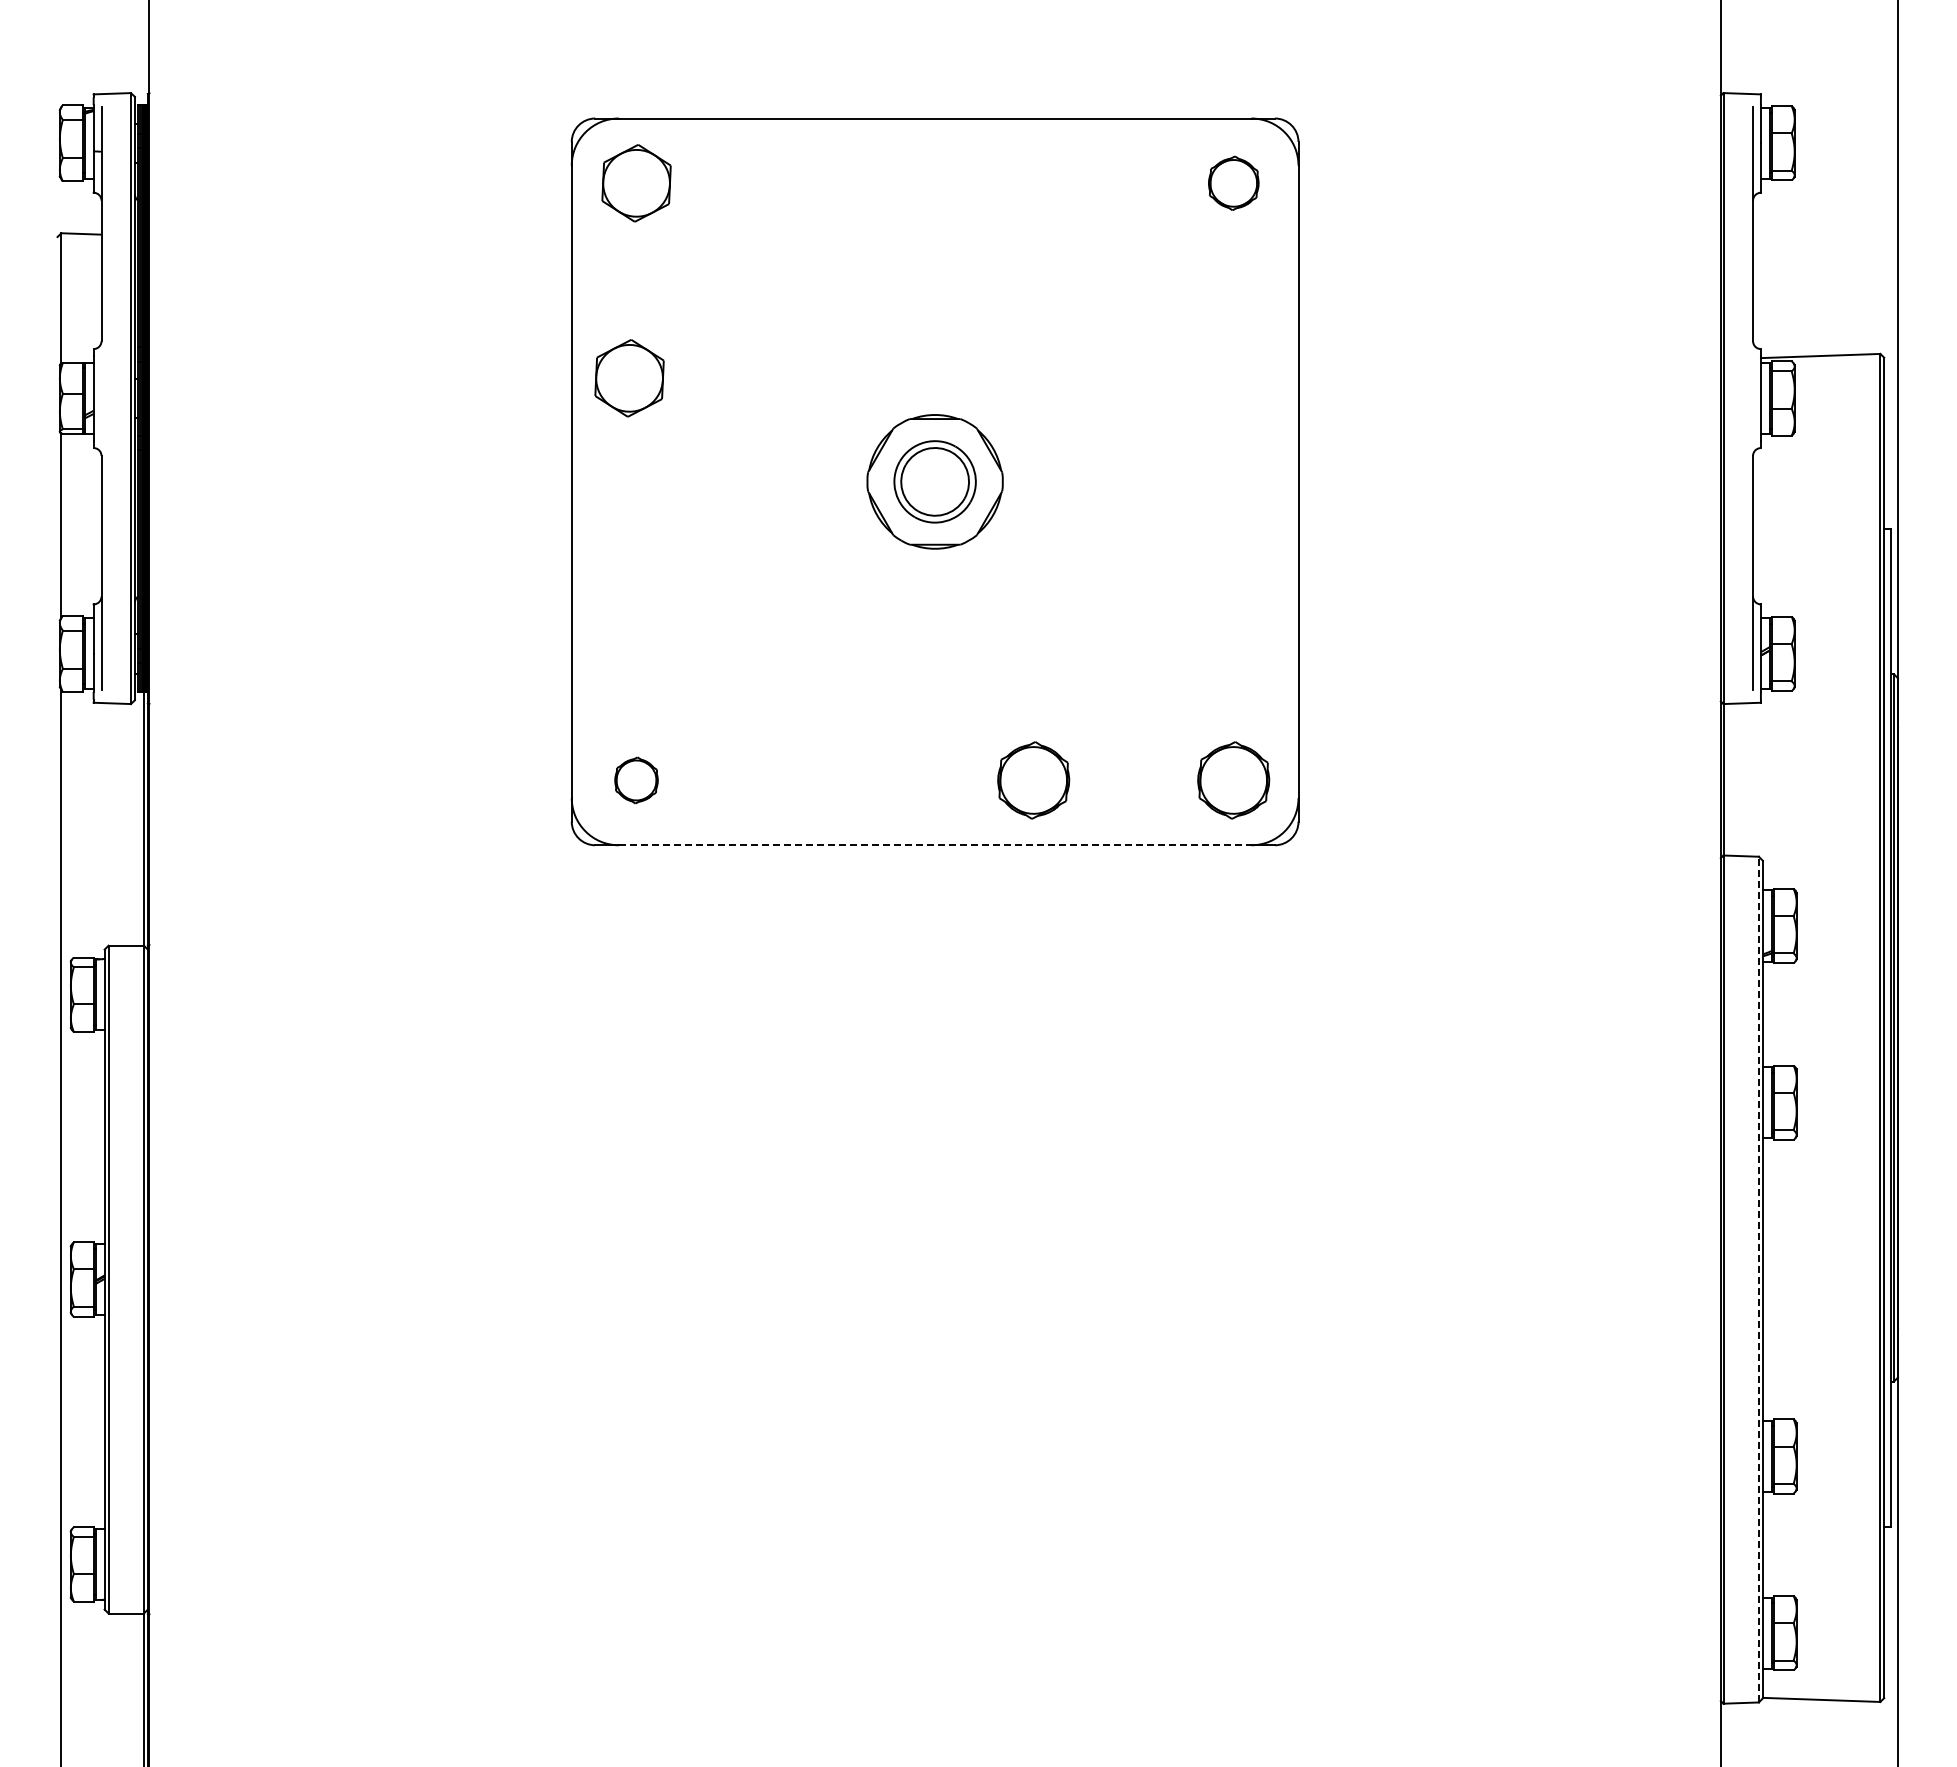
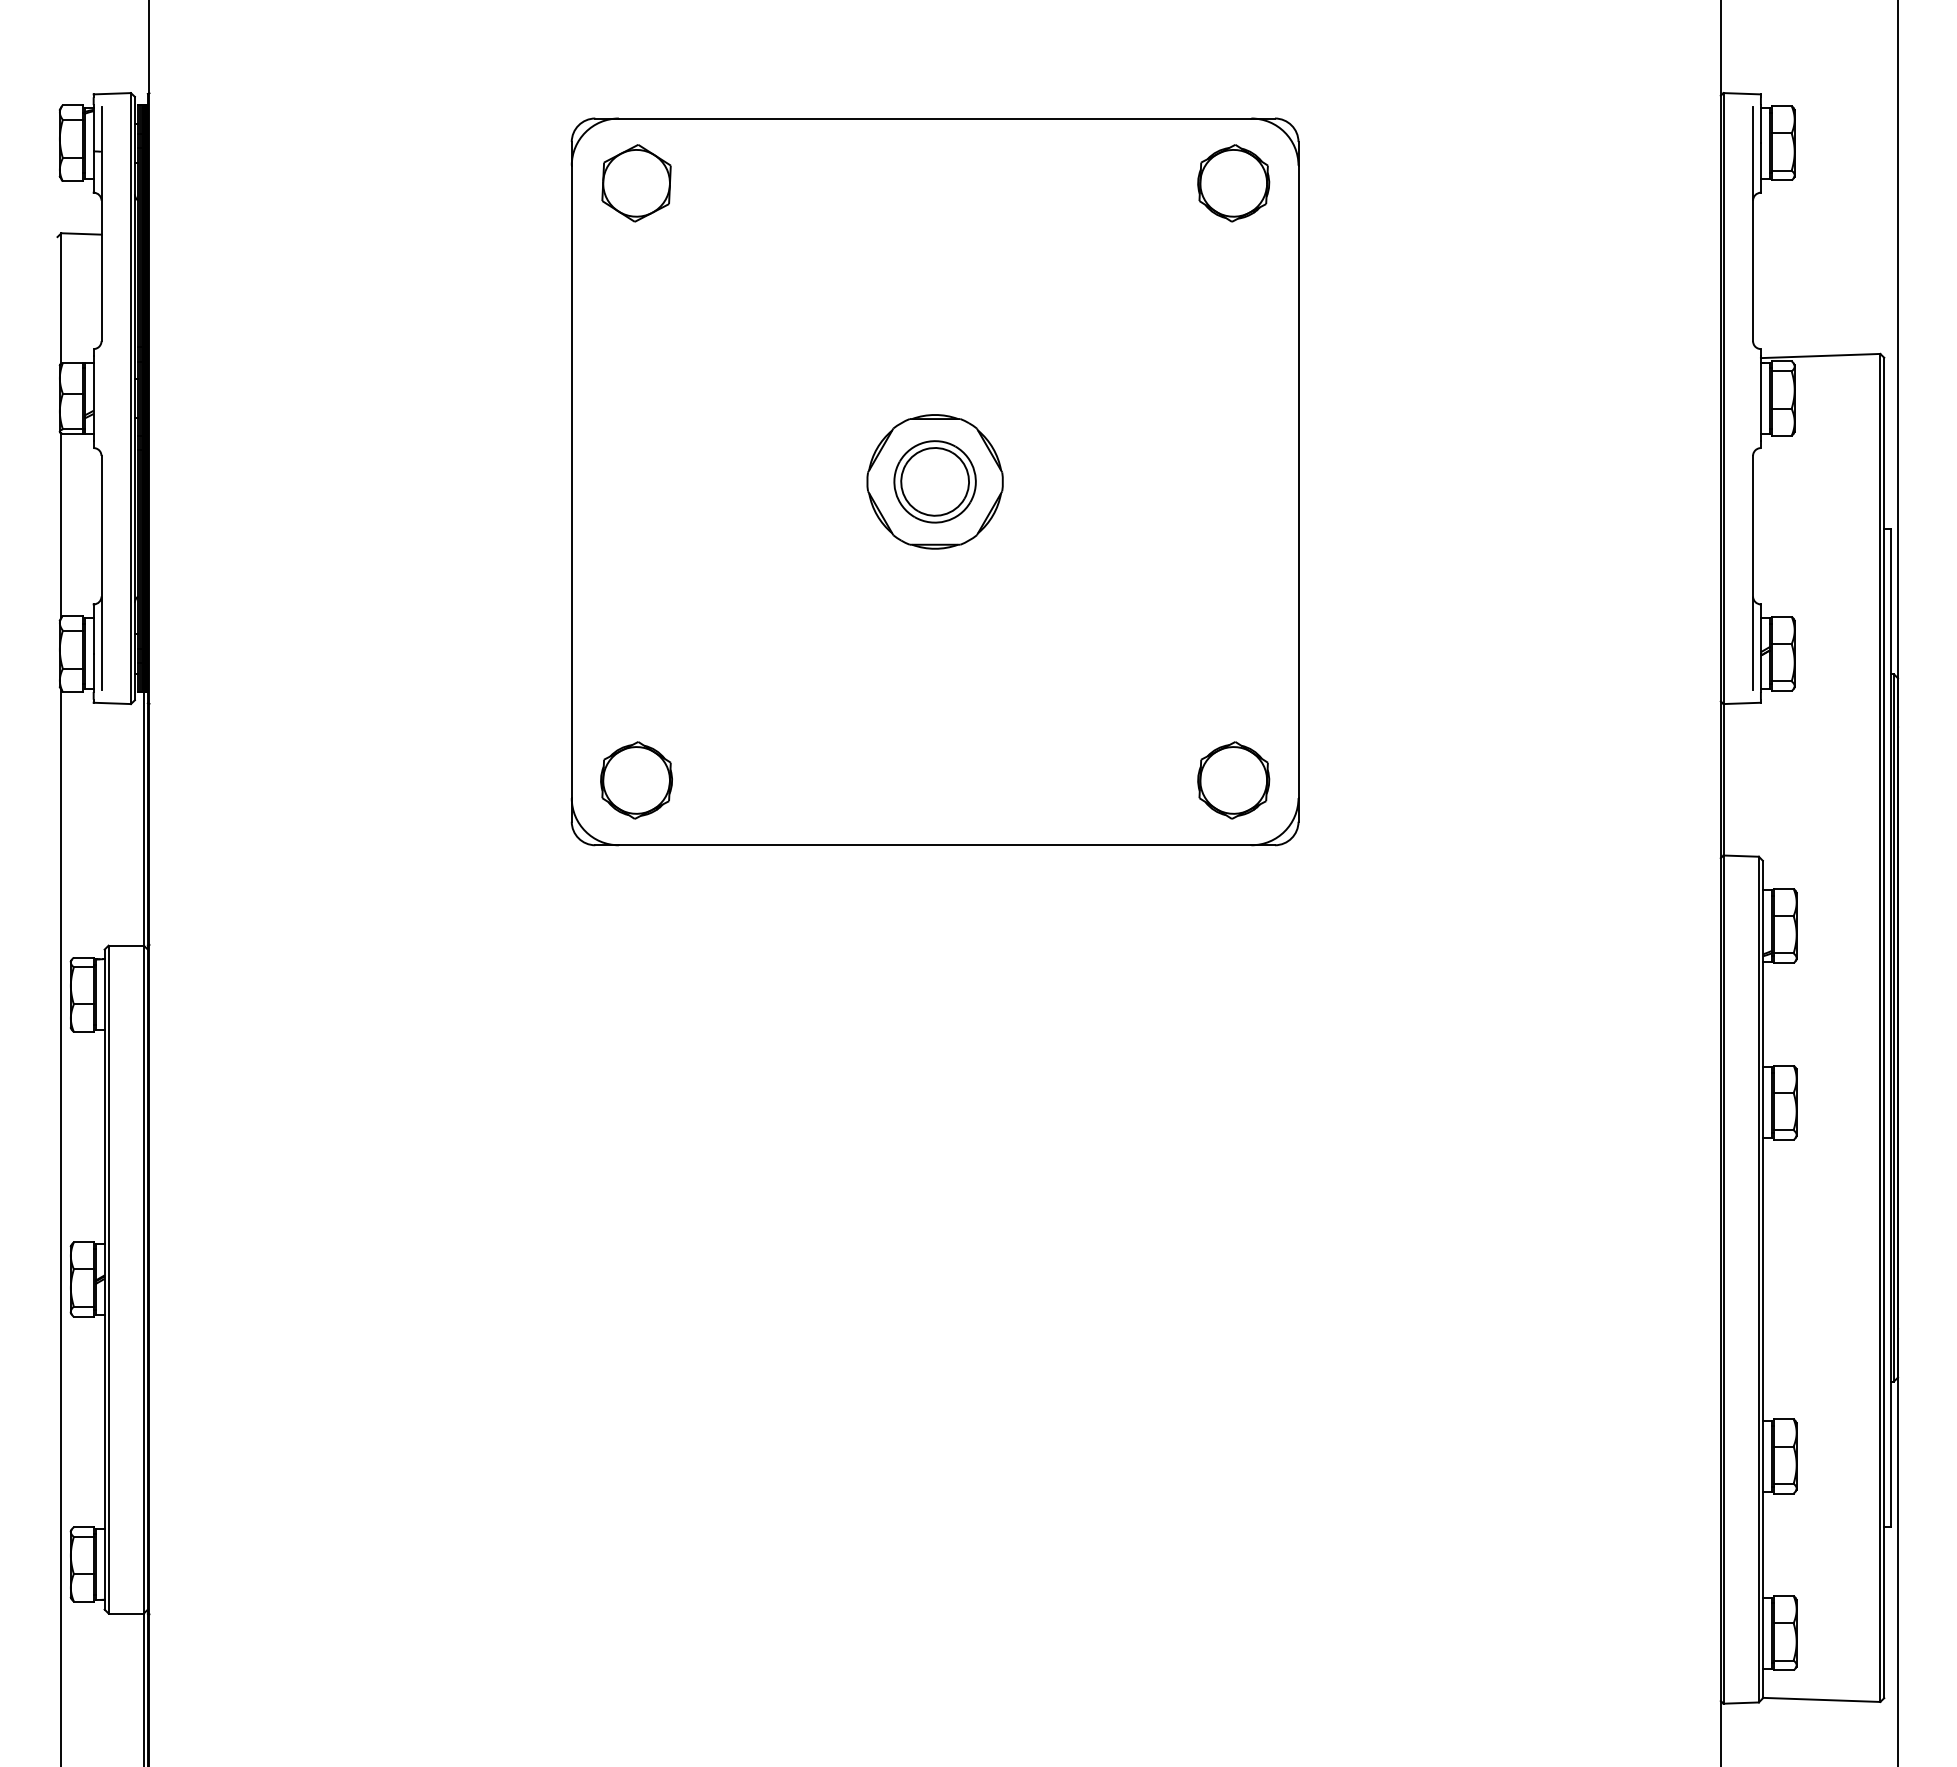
part at (1233, 182) size: 52x56 px -> 74x79 px
part at (629, 378): present -> none
part at (636, 780) size: 45x49 px -> 73x79 px
part at (1033, 780): present -> none
line at (935, 845): dashed -> solid
line at (1758, 1279): dashed -> solid
